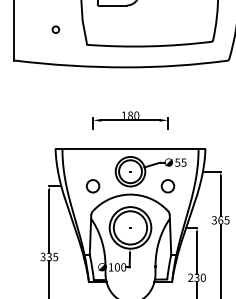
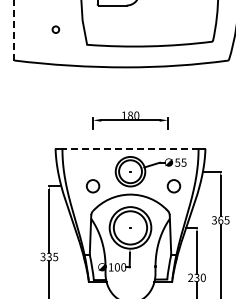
line at (14, 30): solid -> dashed
line at (130, 148): solid -> dashed
circle at (167, 186) position: (167, 186) -> (173, 186)
